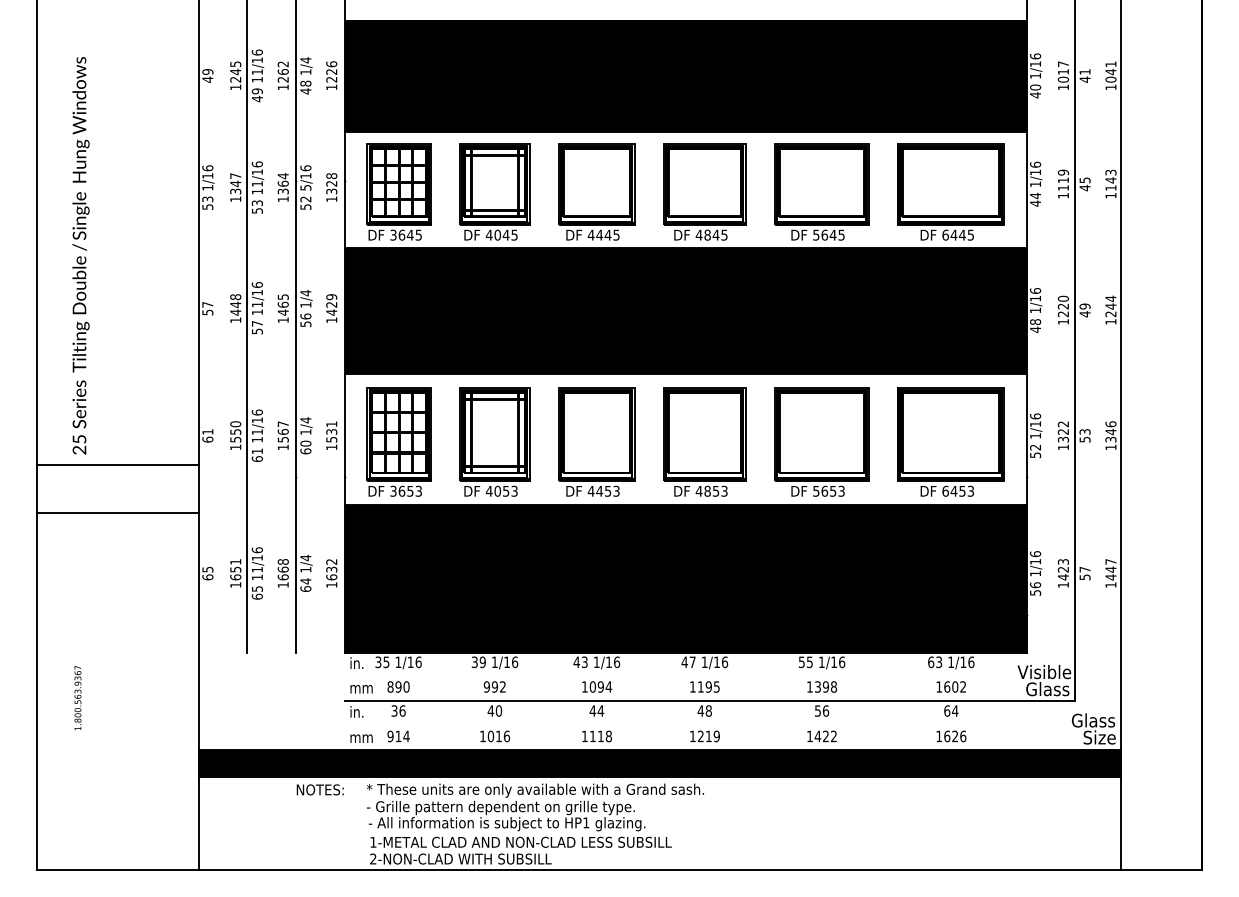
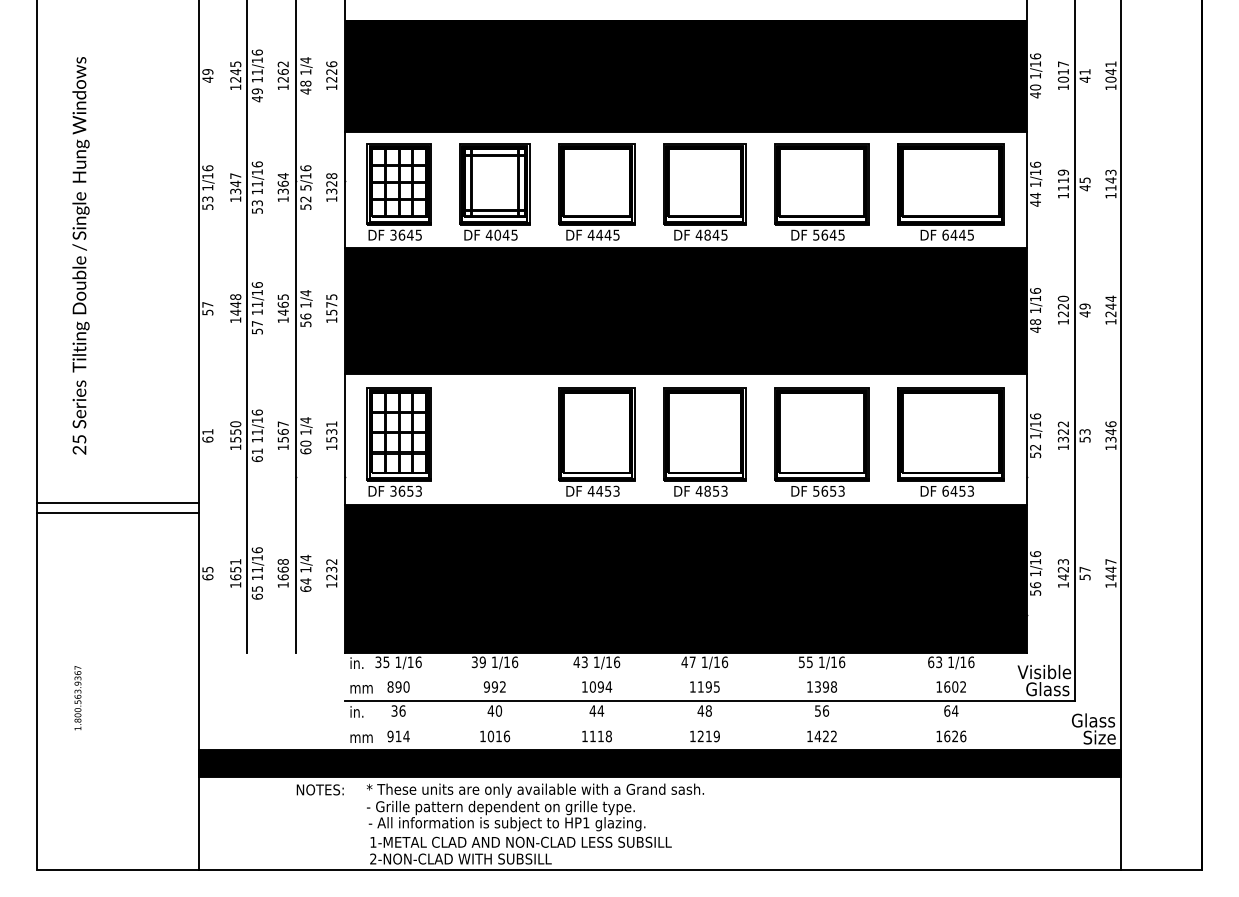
text at (331, 304): 1429 -> 1575
part at (494, 441): present -> none
line at (117, 464) position: (117, 464) -> (117, 502)
text at (331, 577): 1632 -> 1232
